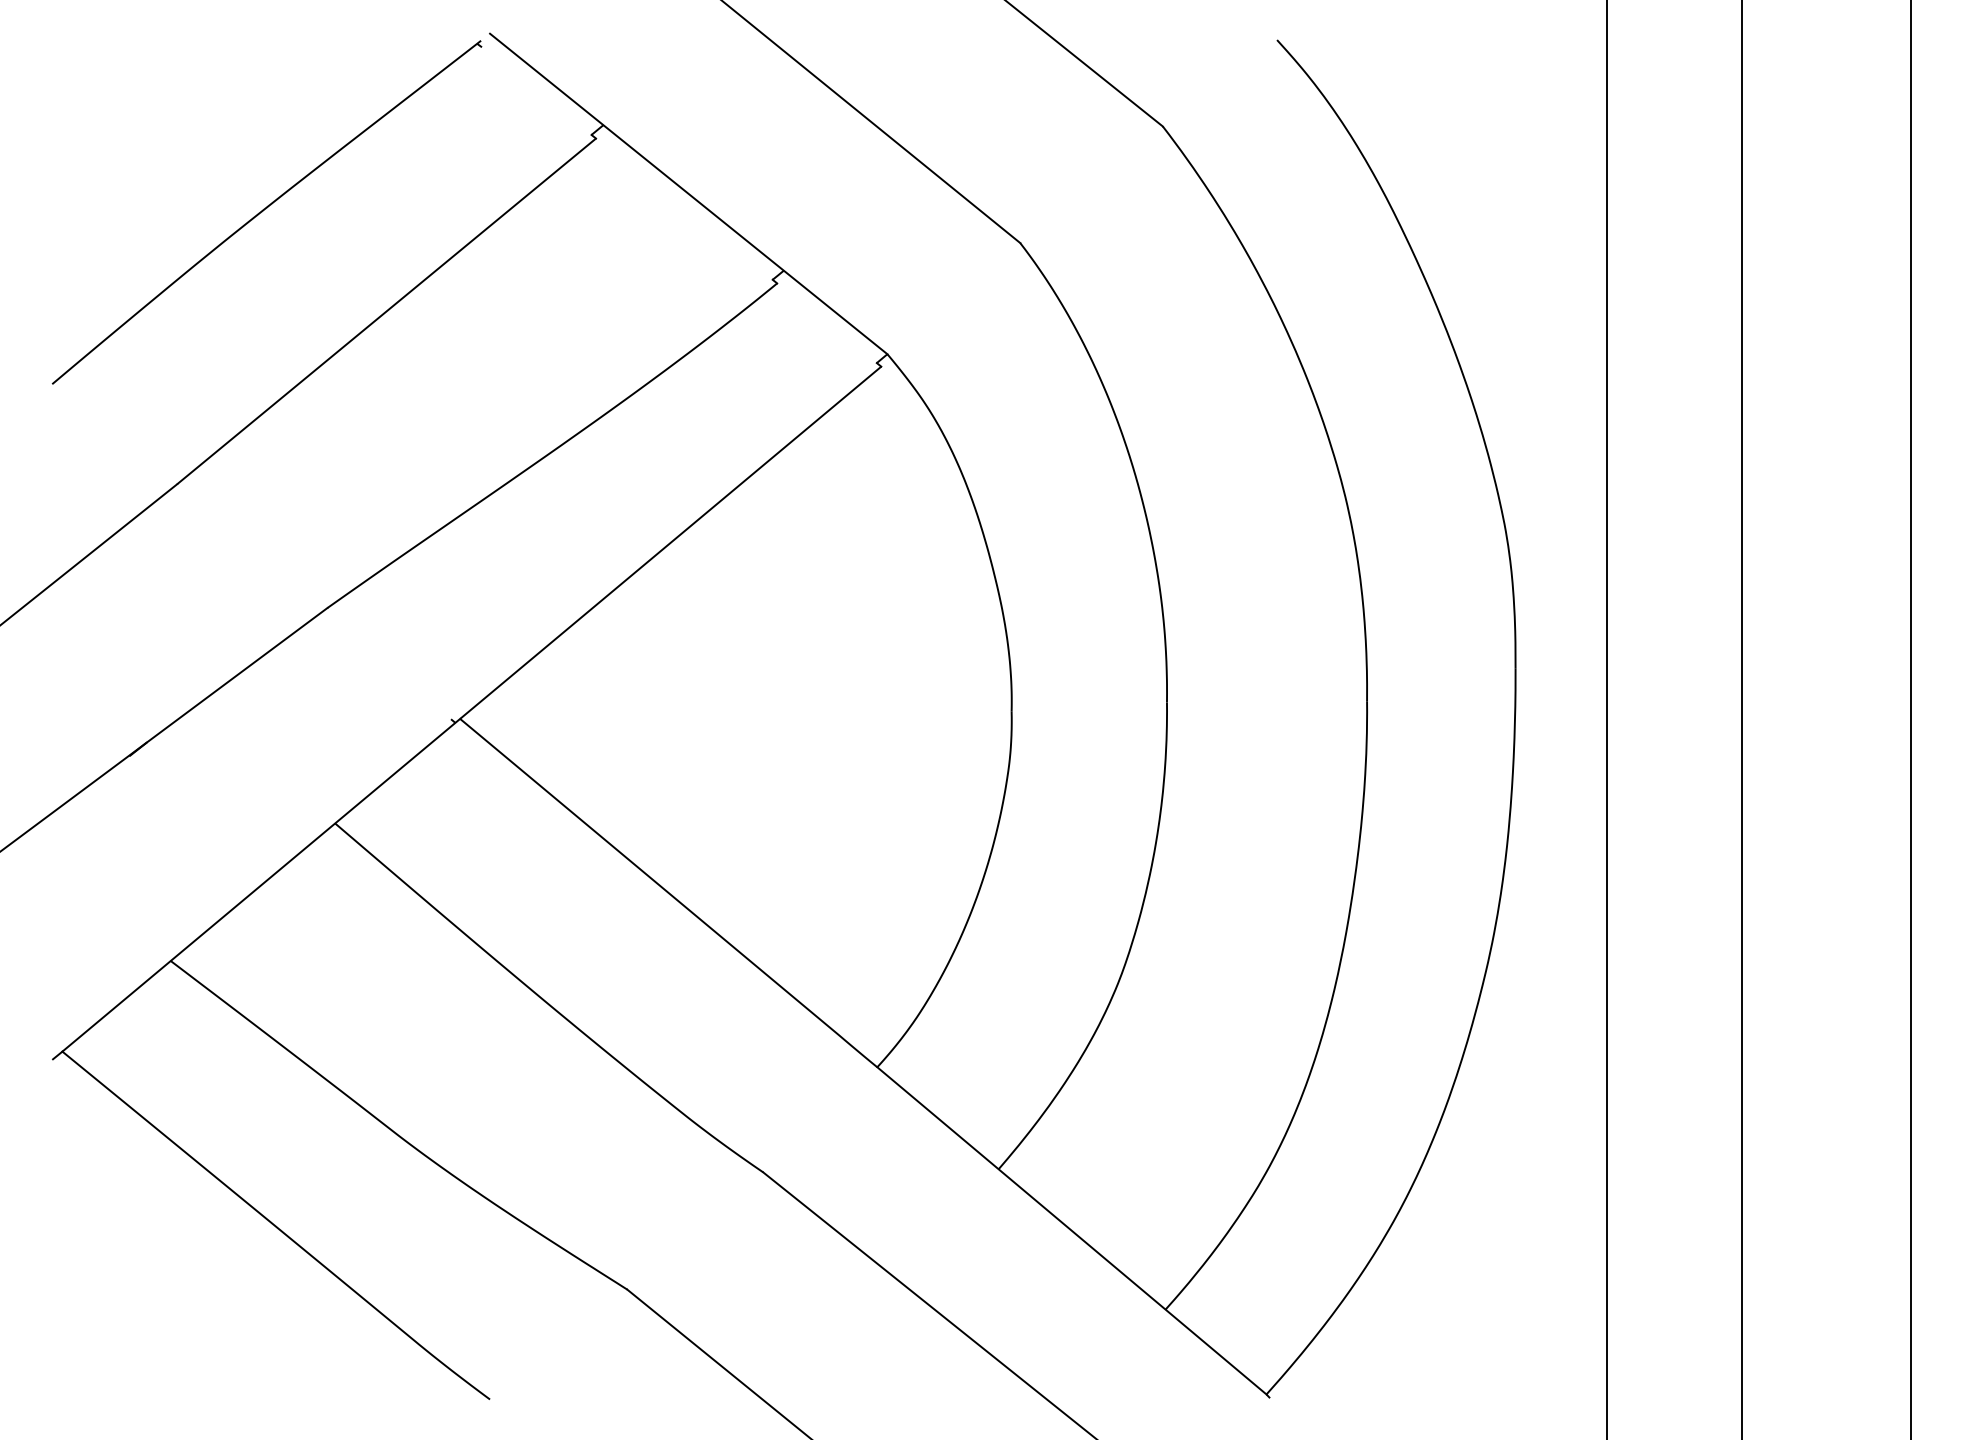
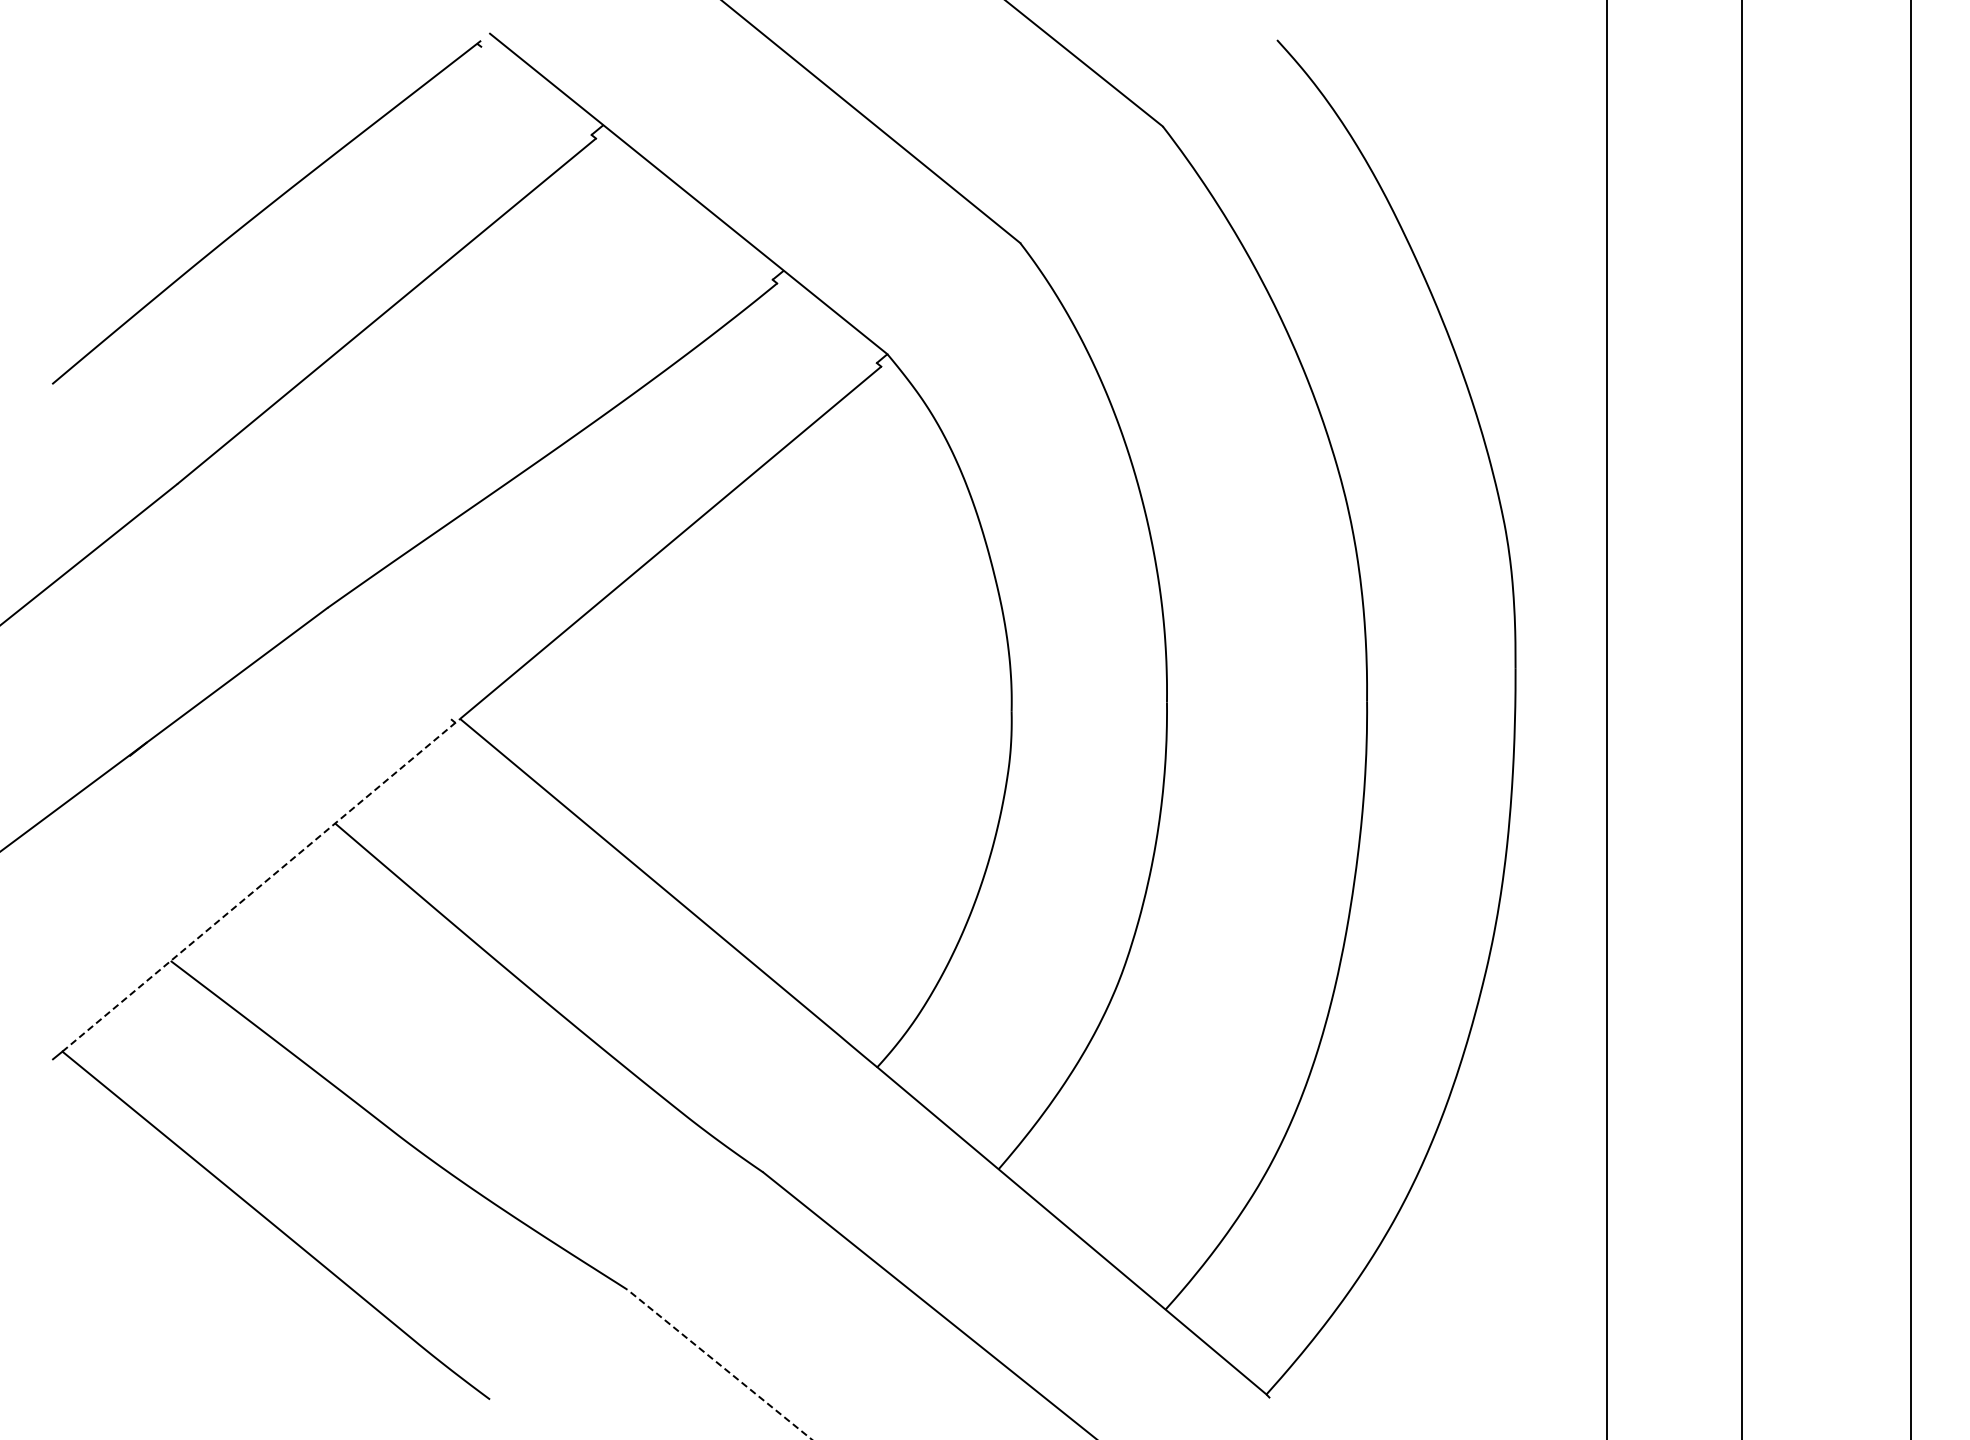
line at (261, 884): solid -> dashed
line at (719, 1364): solid -> dashed
